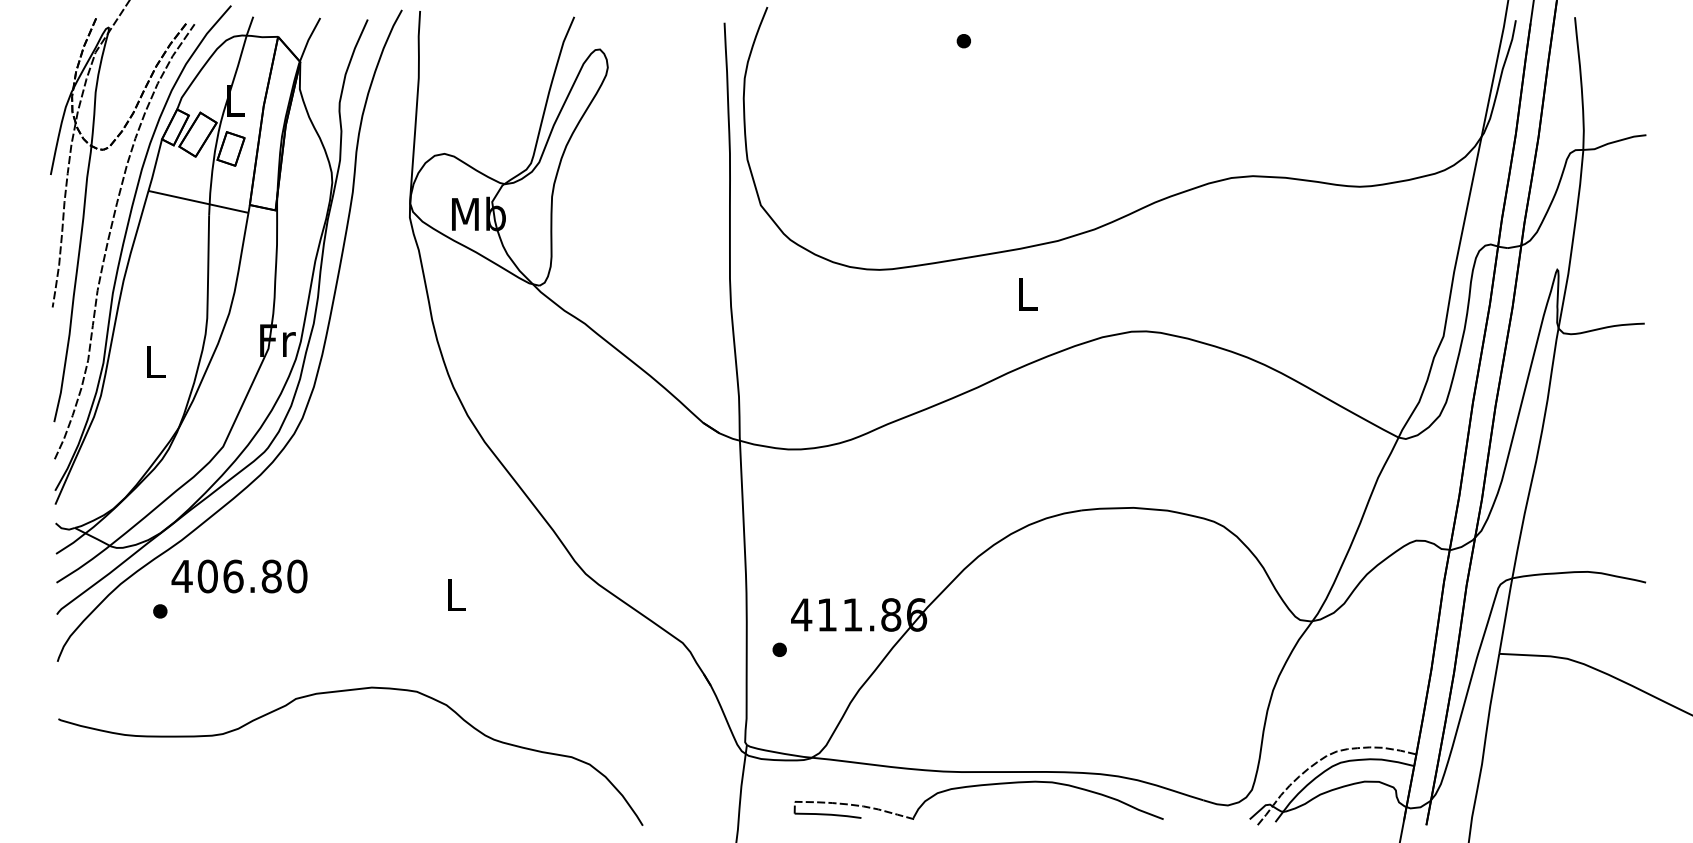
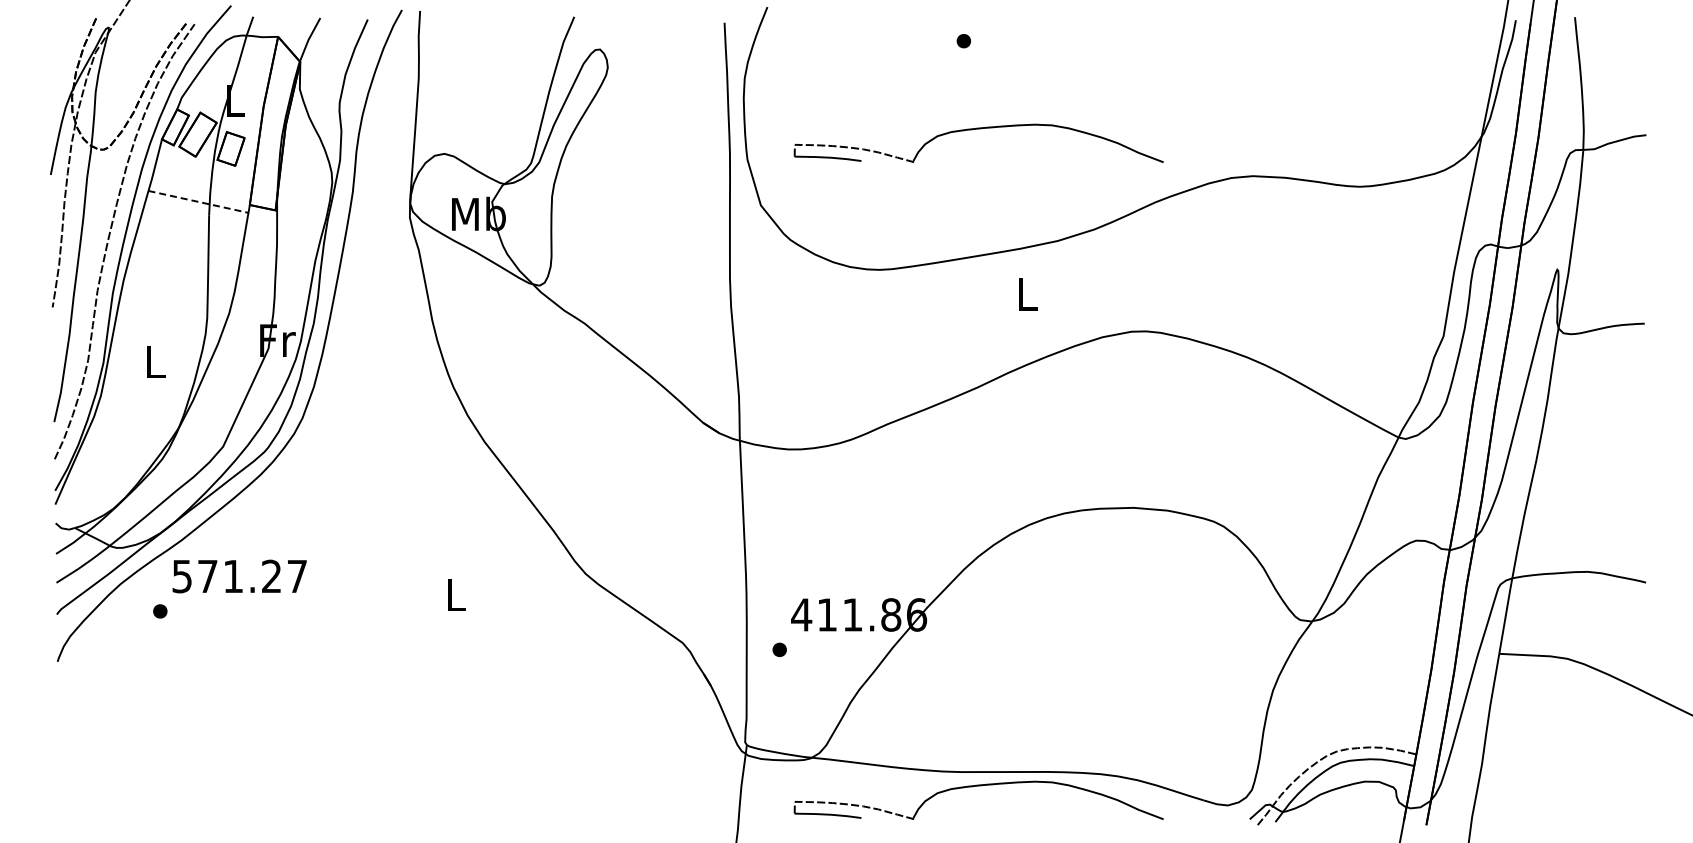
part at (978, 129): none -> present
line at (198, 202): solid -> dashed
text at (239, 576): 406.80 -> 571.27
curve at (339, 692): present -> none
